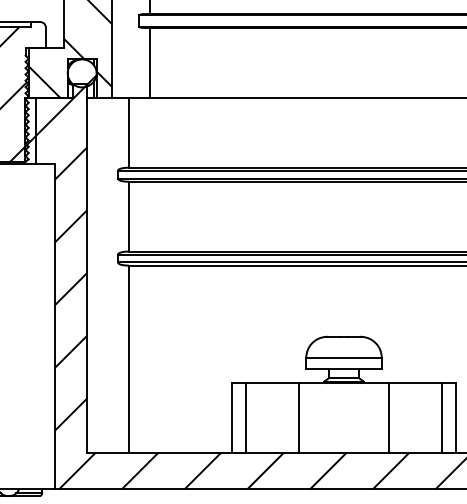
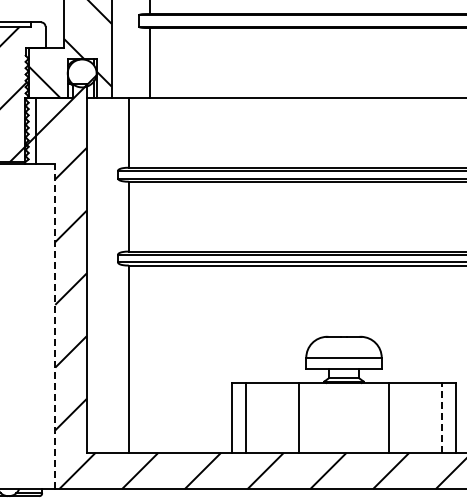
line at (55, 326): solid -> dashed
line at (441, 417): solid -> dashed
